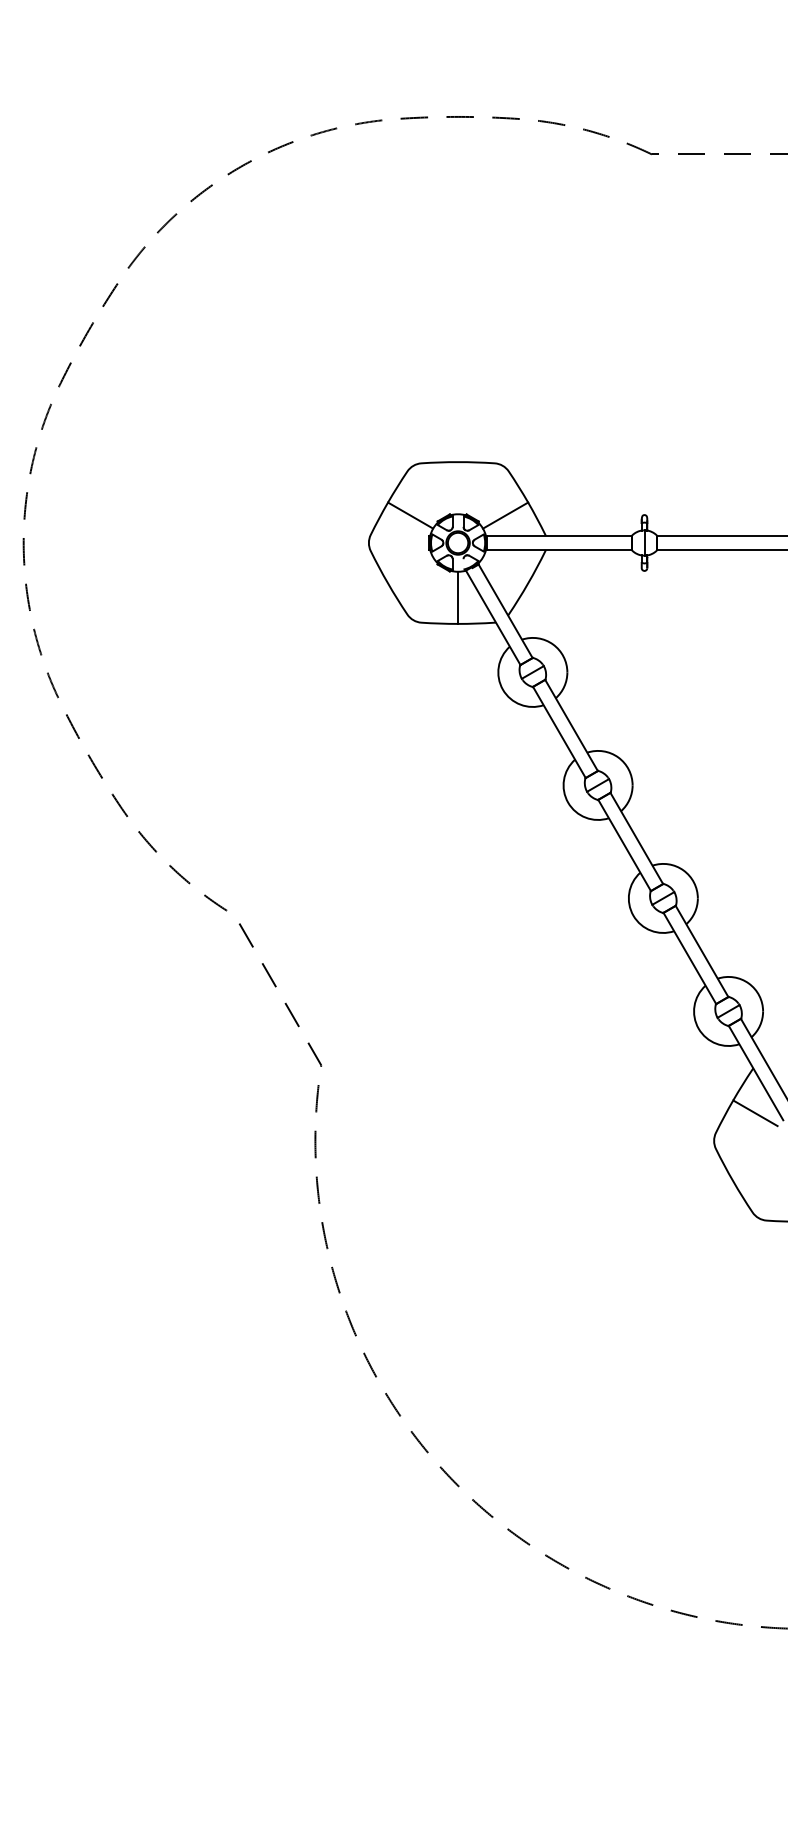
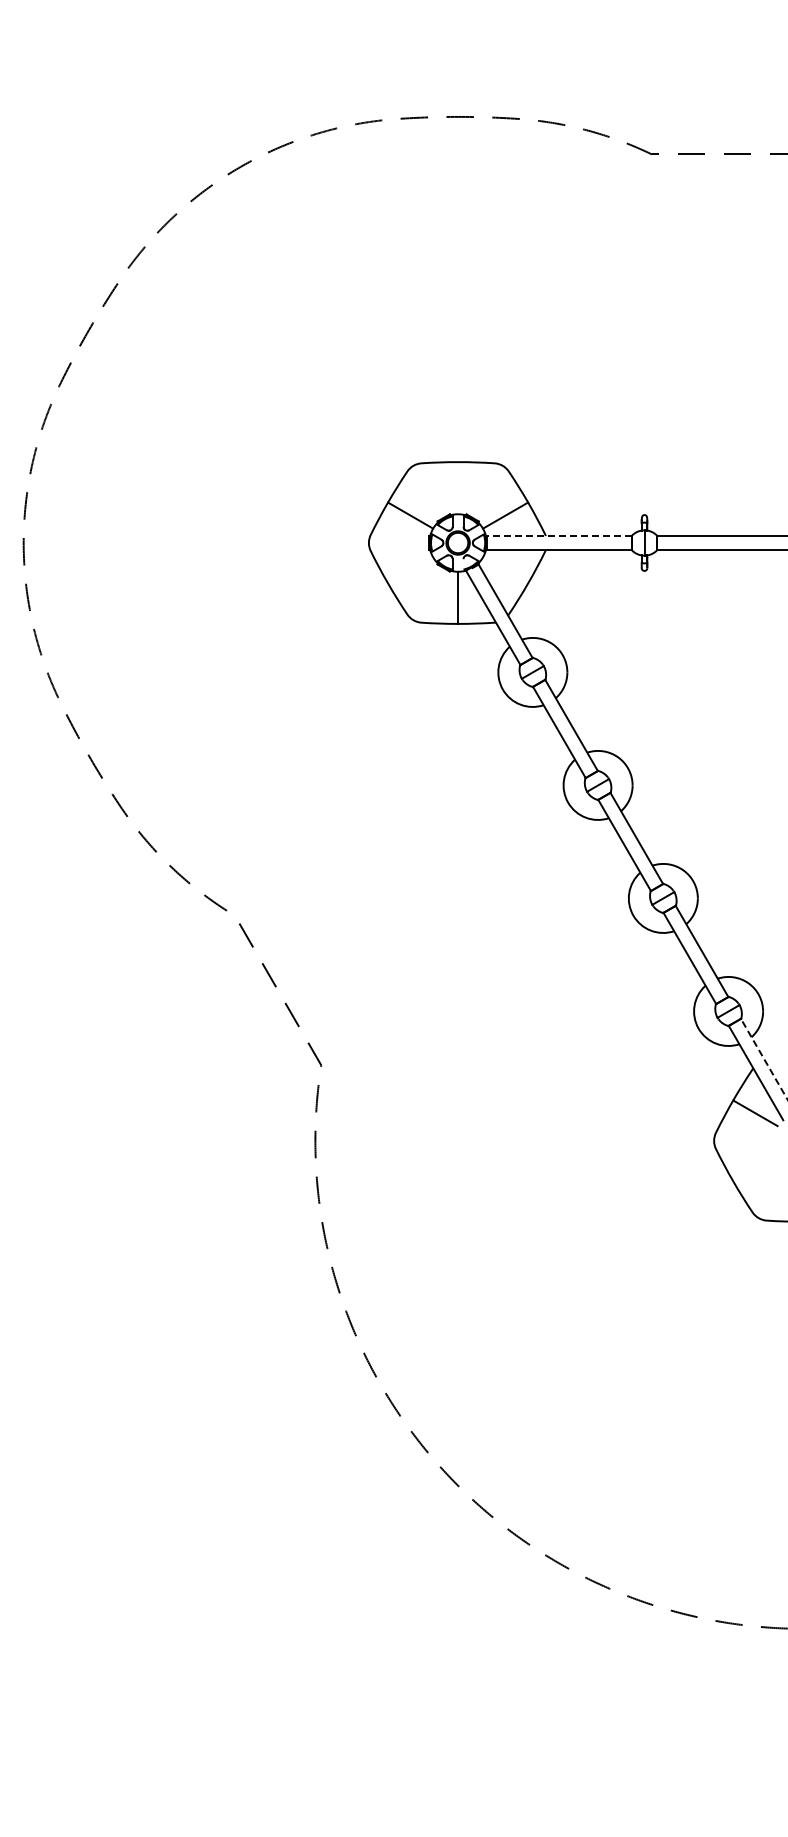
line at (558, 536): solid -> dashed
line at (764, 1059): solid -> dashed
